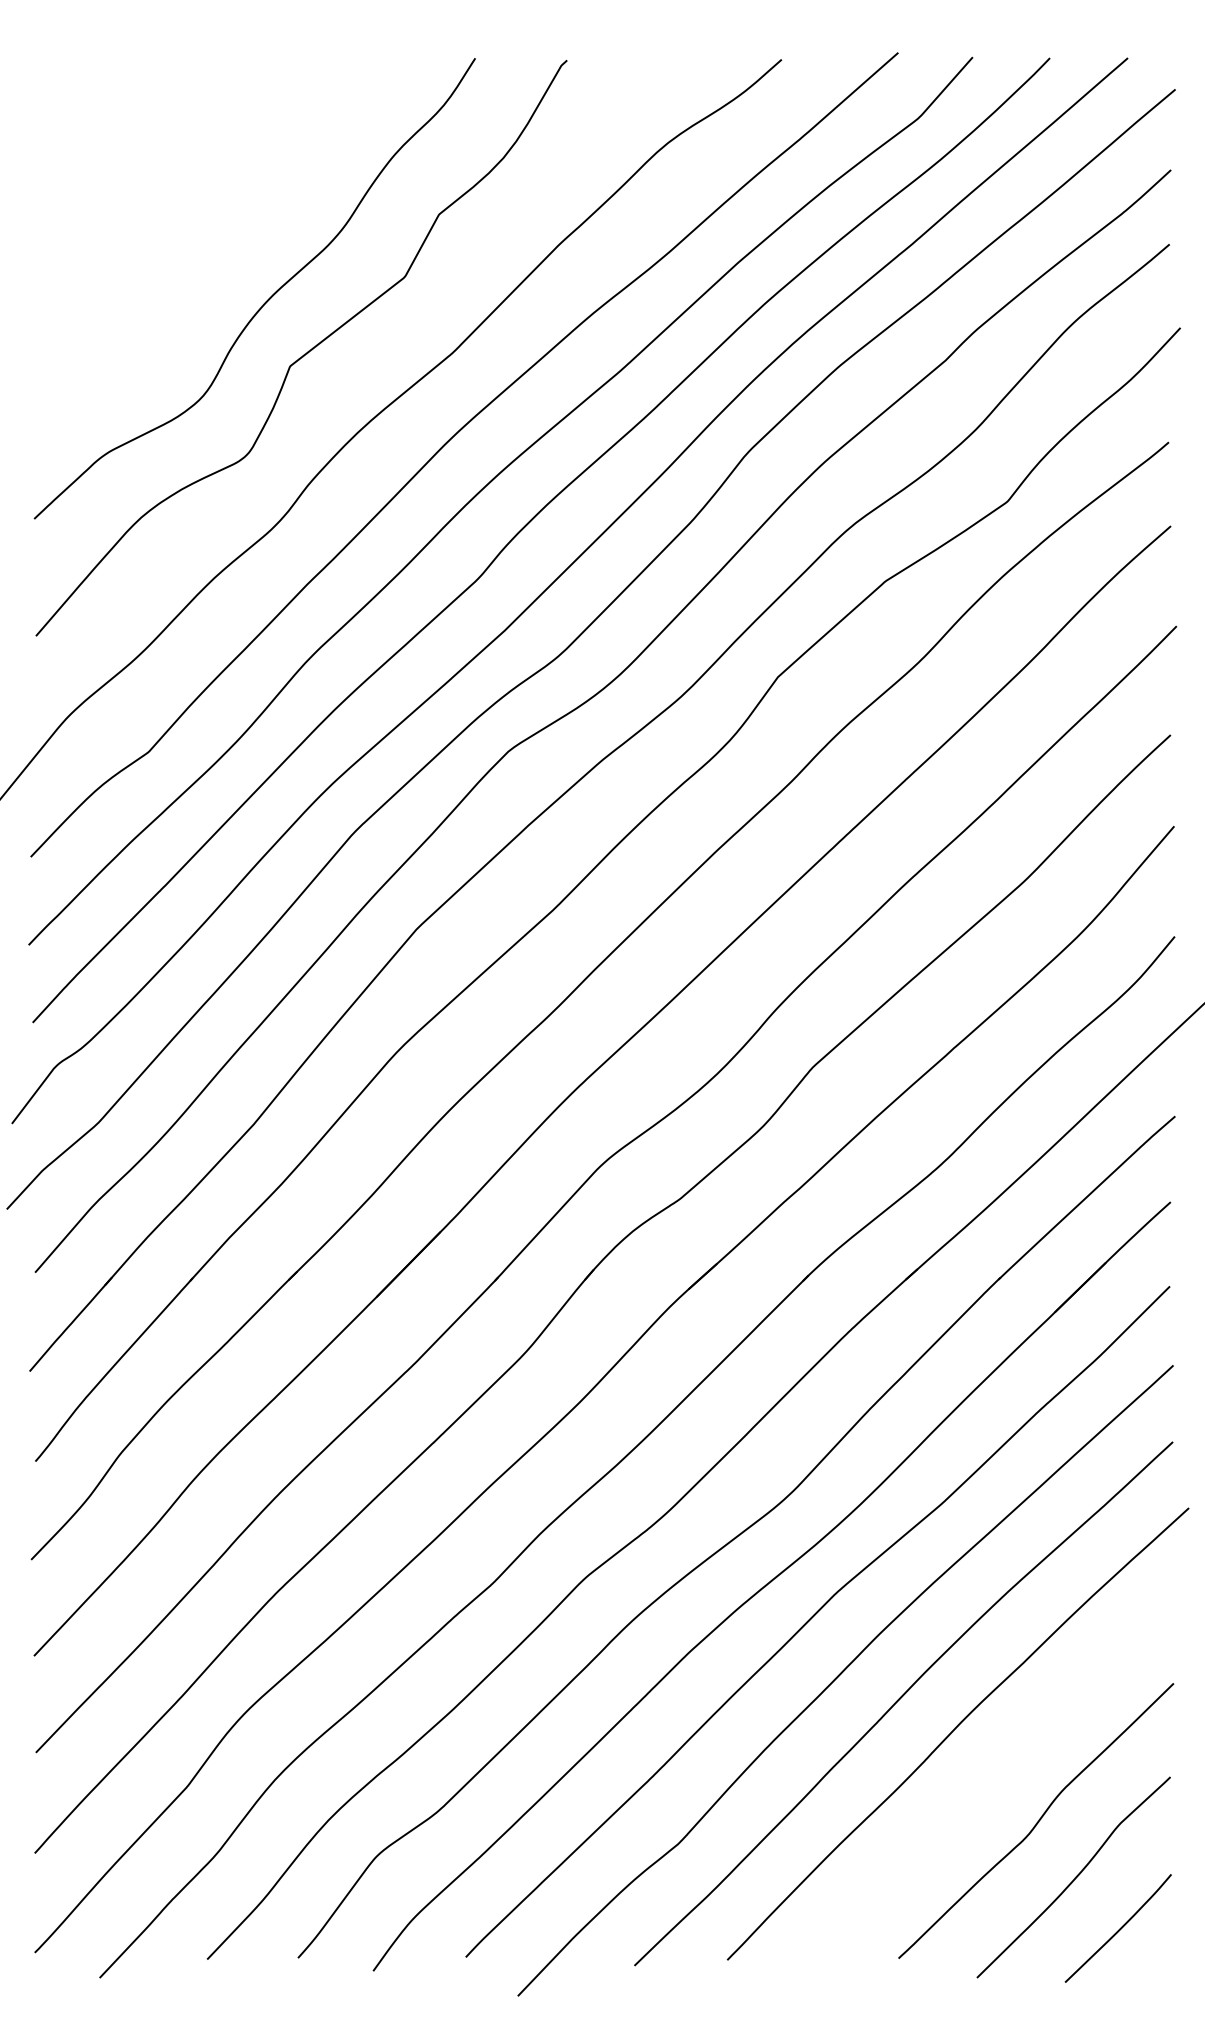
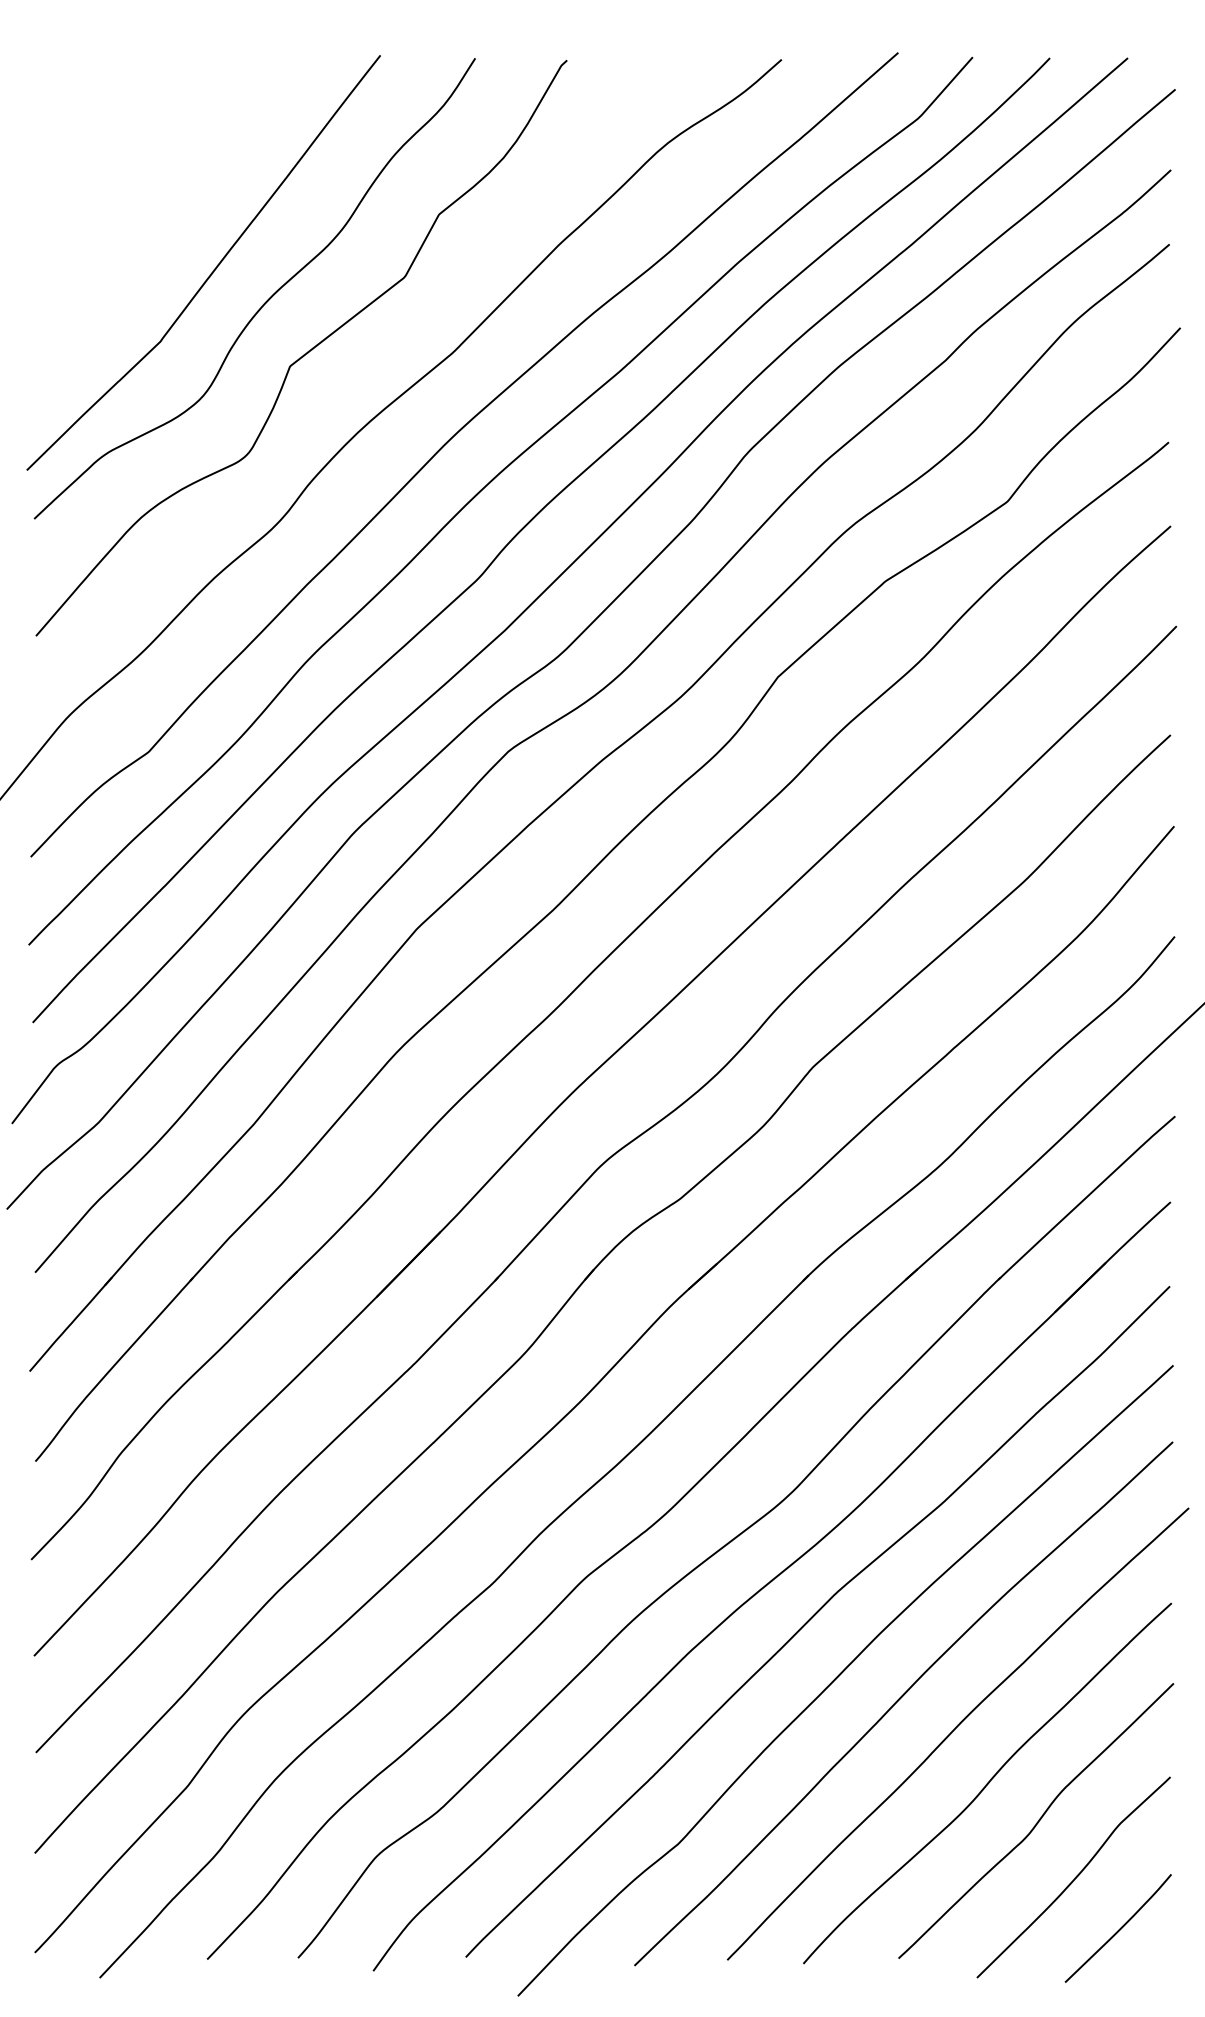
curve at (213, 269): none -> present
curve at (987, 1783): none -> present
